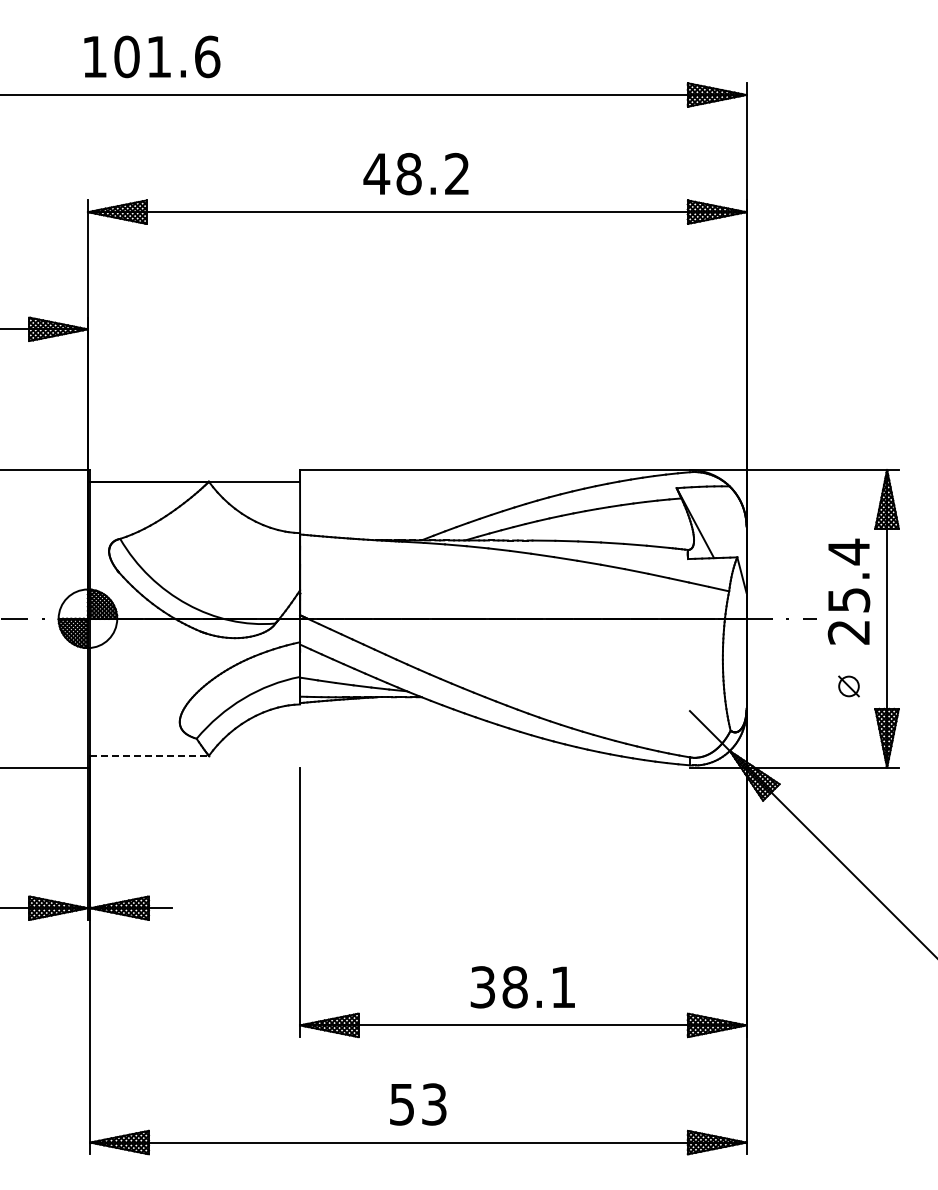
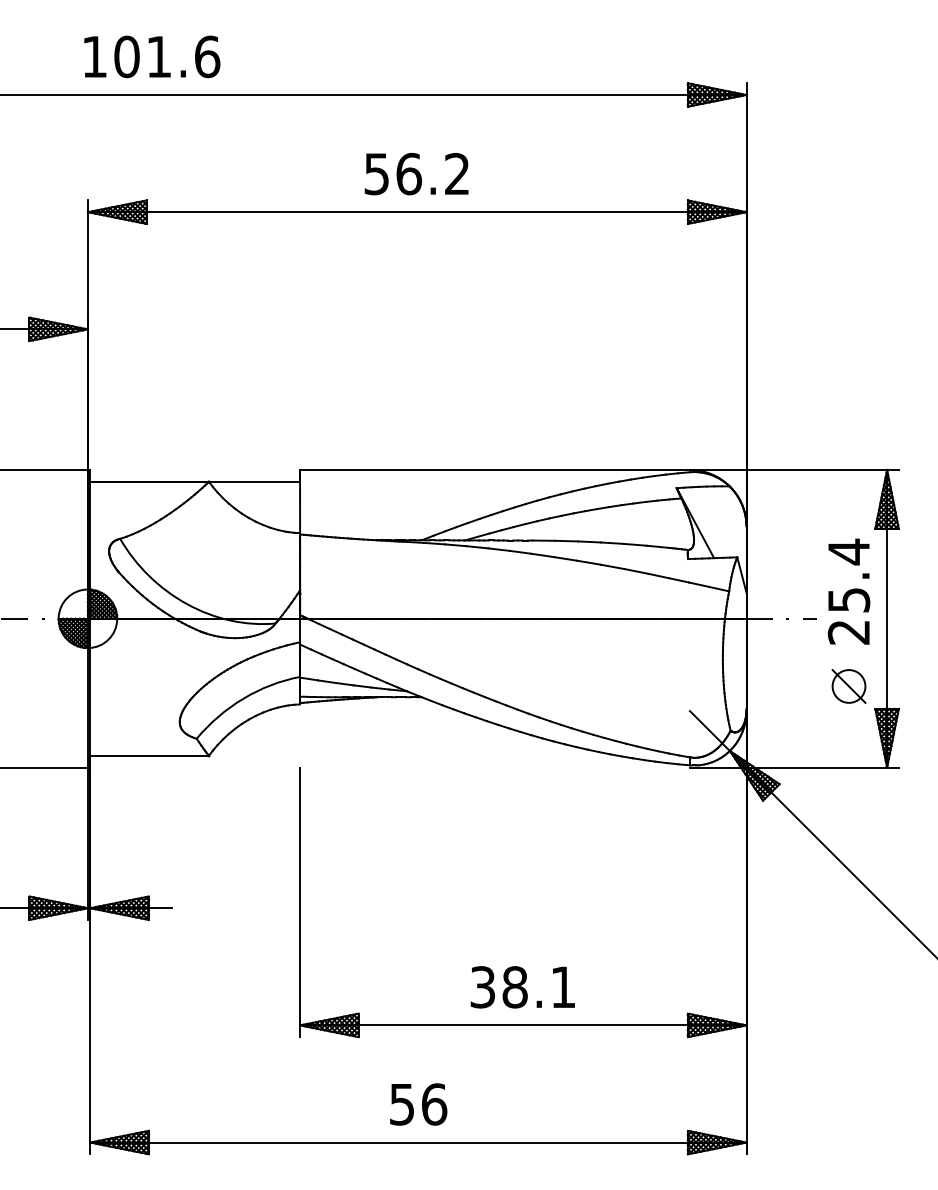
text at (392, 173): 48.2 -> 56.2
part at (848, 686) size: 22x23 px -> 36x35 px
line at (150, 755): dashed -> solid
text at (434, 1104): 53 -> 56
